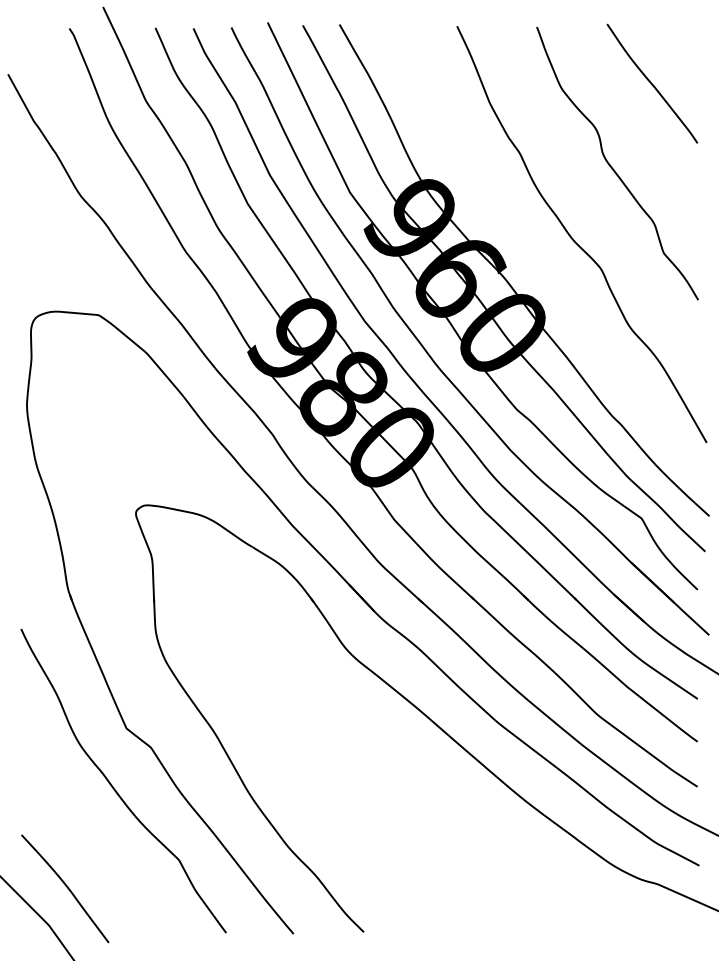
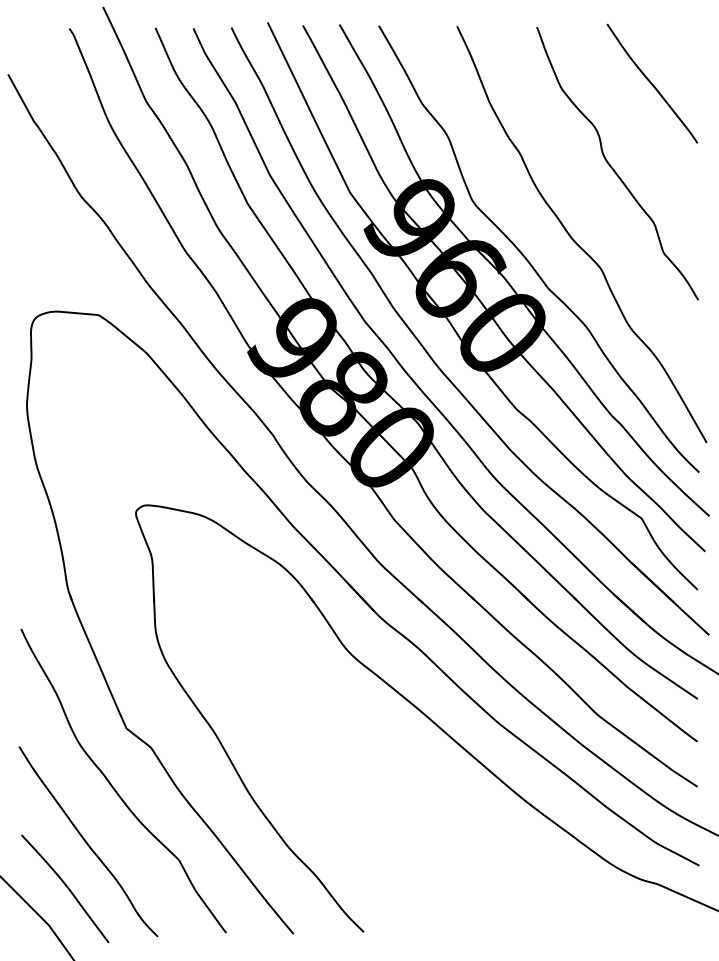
curve at (527, 258): none -> present
curve at (87, 842): none -> present
